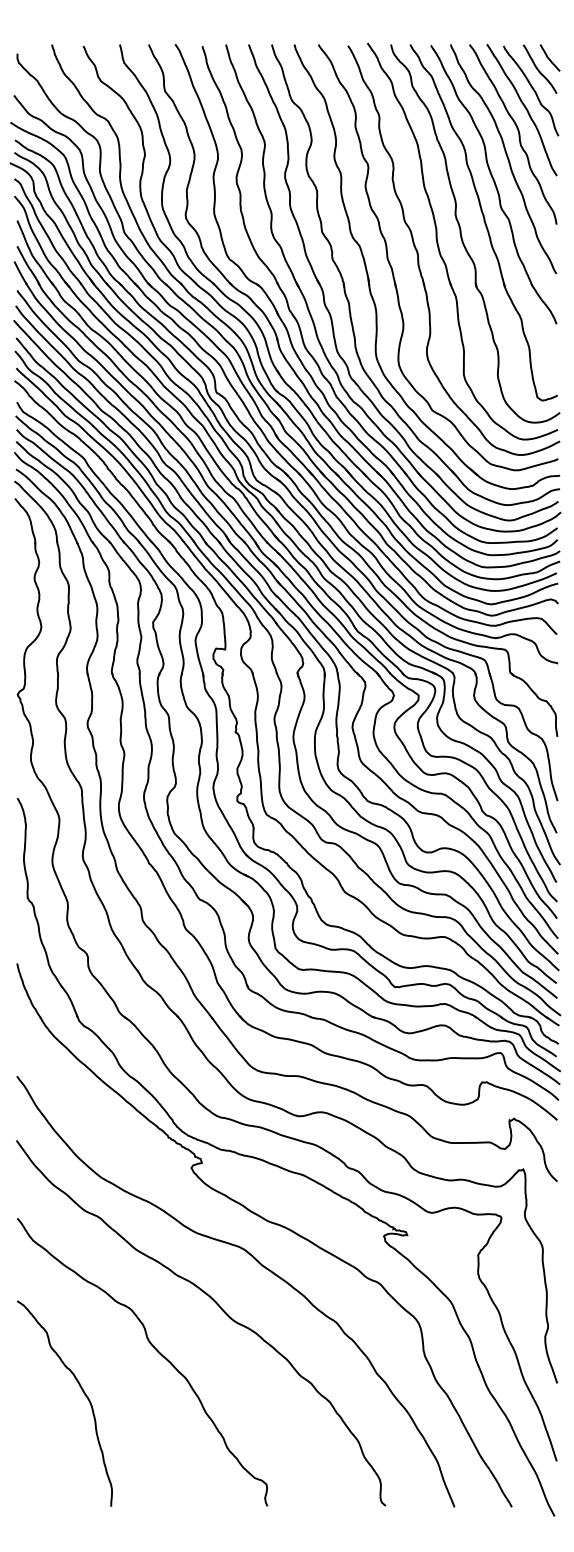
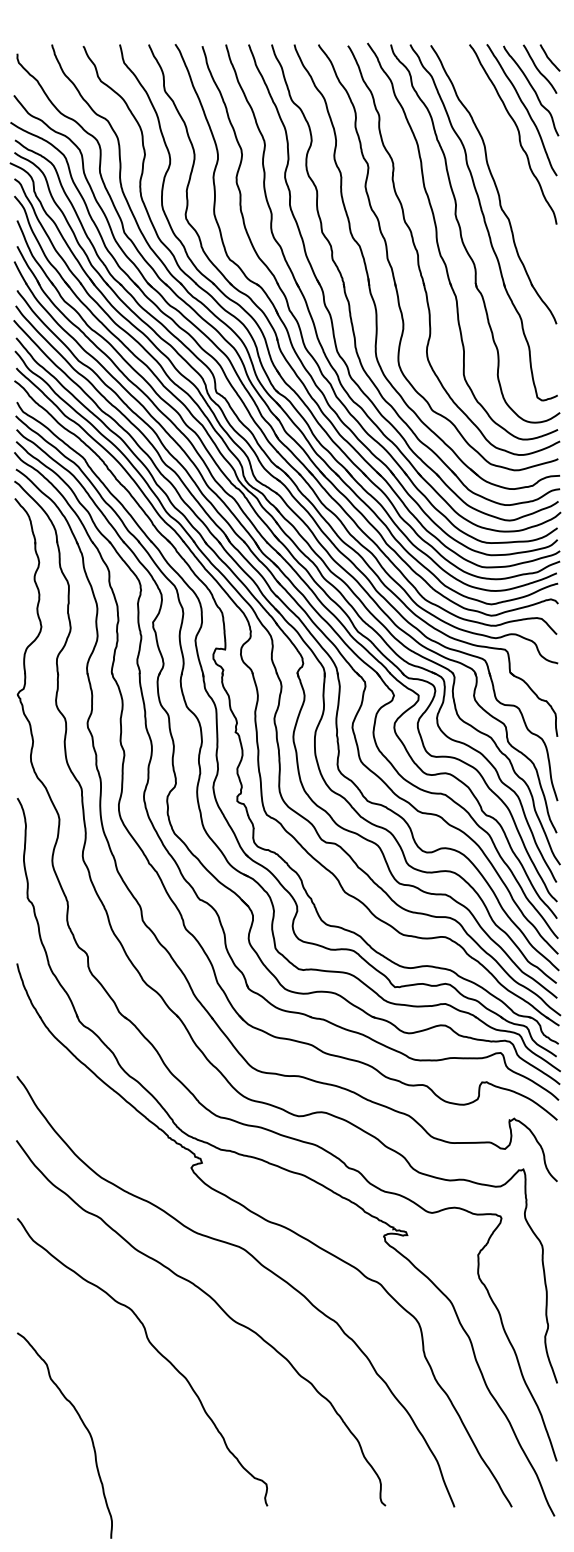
curve at (506, 157): present -> none
curve at (83, 1393) position: (83, 1393) -> (83, 1425)
